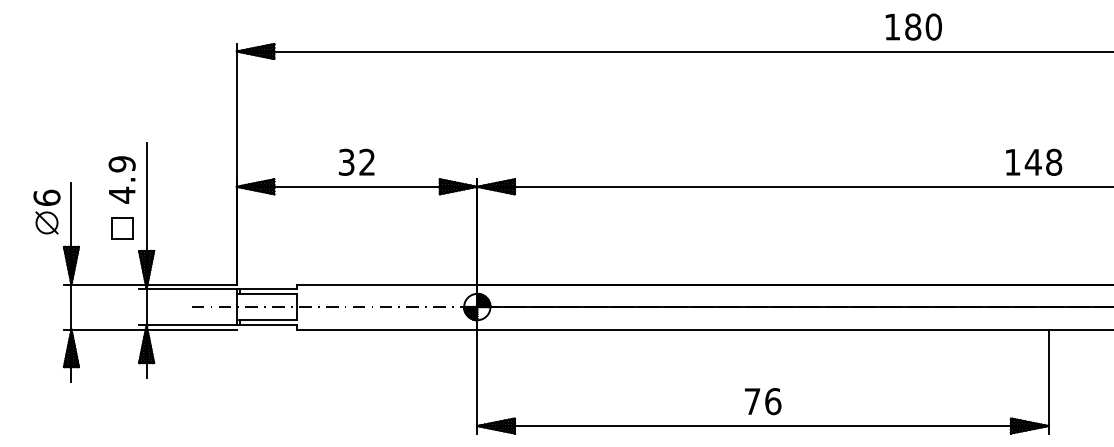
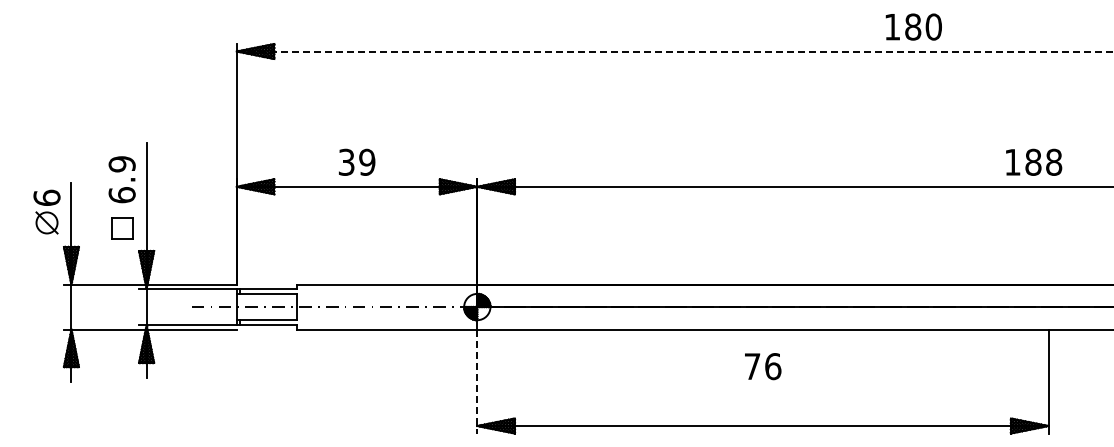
line at (675, 51): solid -> dashed
text at (1032, 161): 148 -> 188
text at (367, 162): 32 -> 39
text at (121, 194): 4.9 -> 6.9
line at (477, 381): solid -> dashed
text at (763, 401) position: (763, 401) -> (763, 366)
